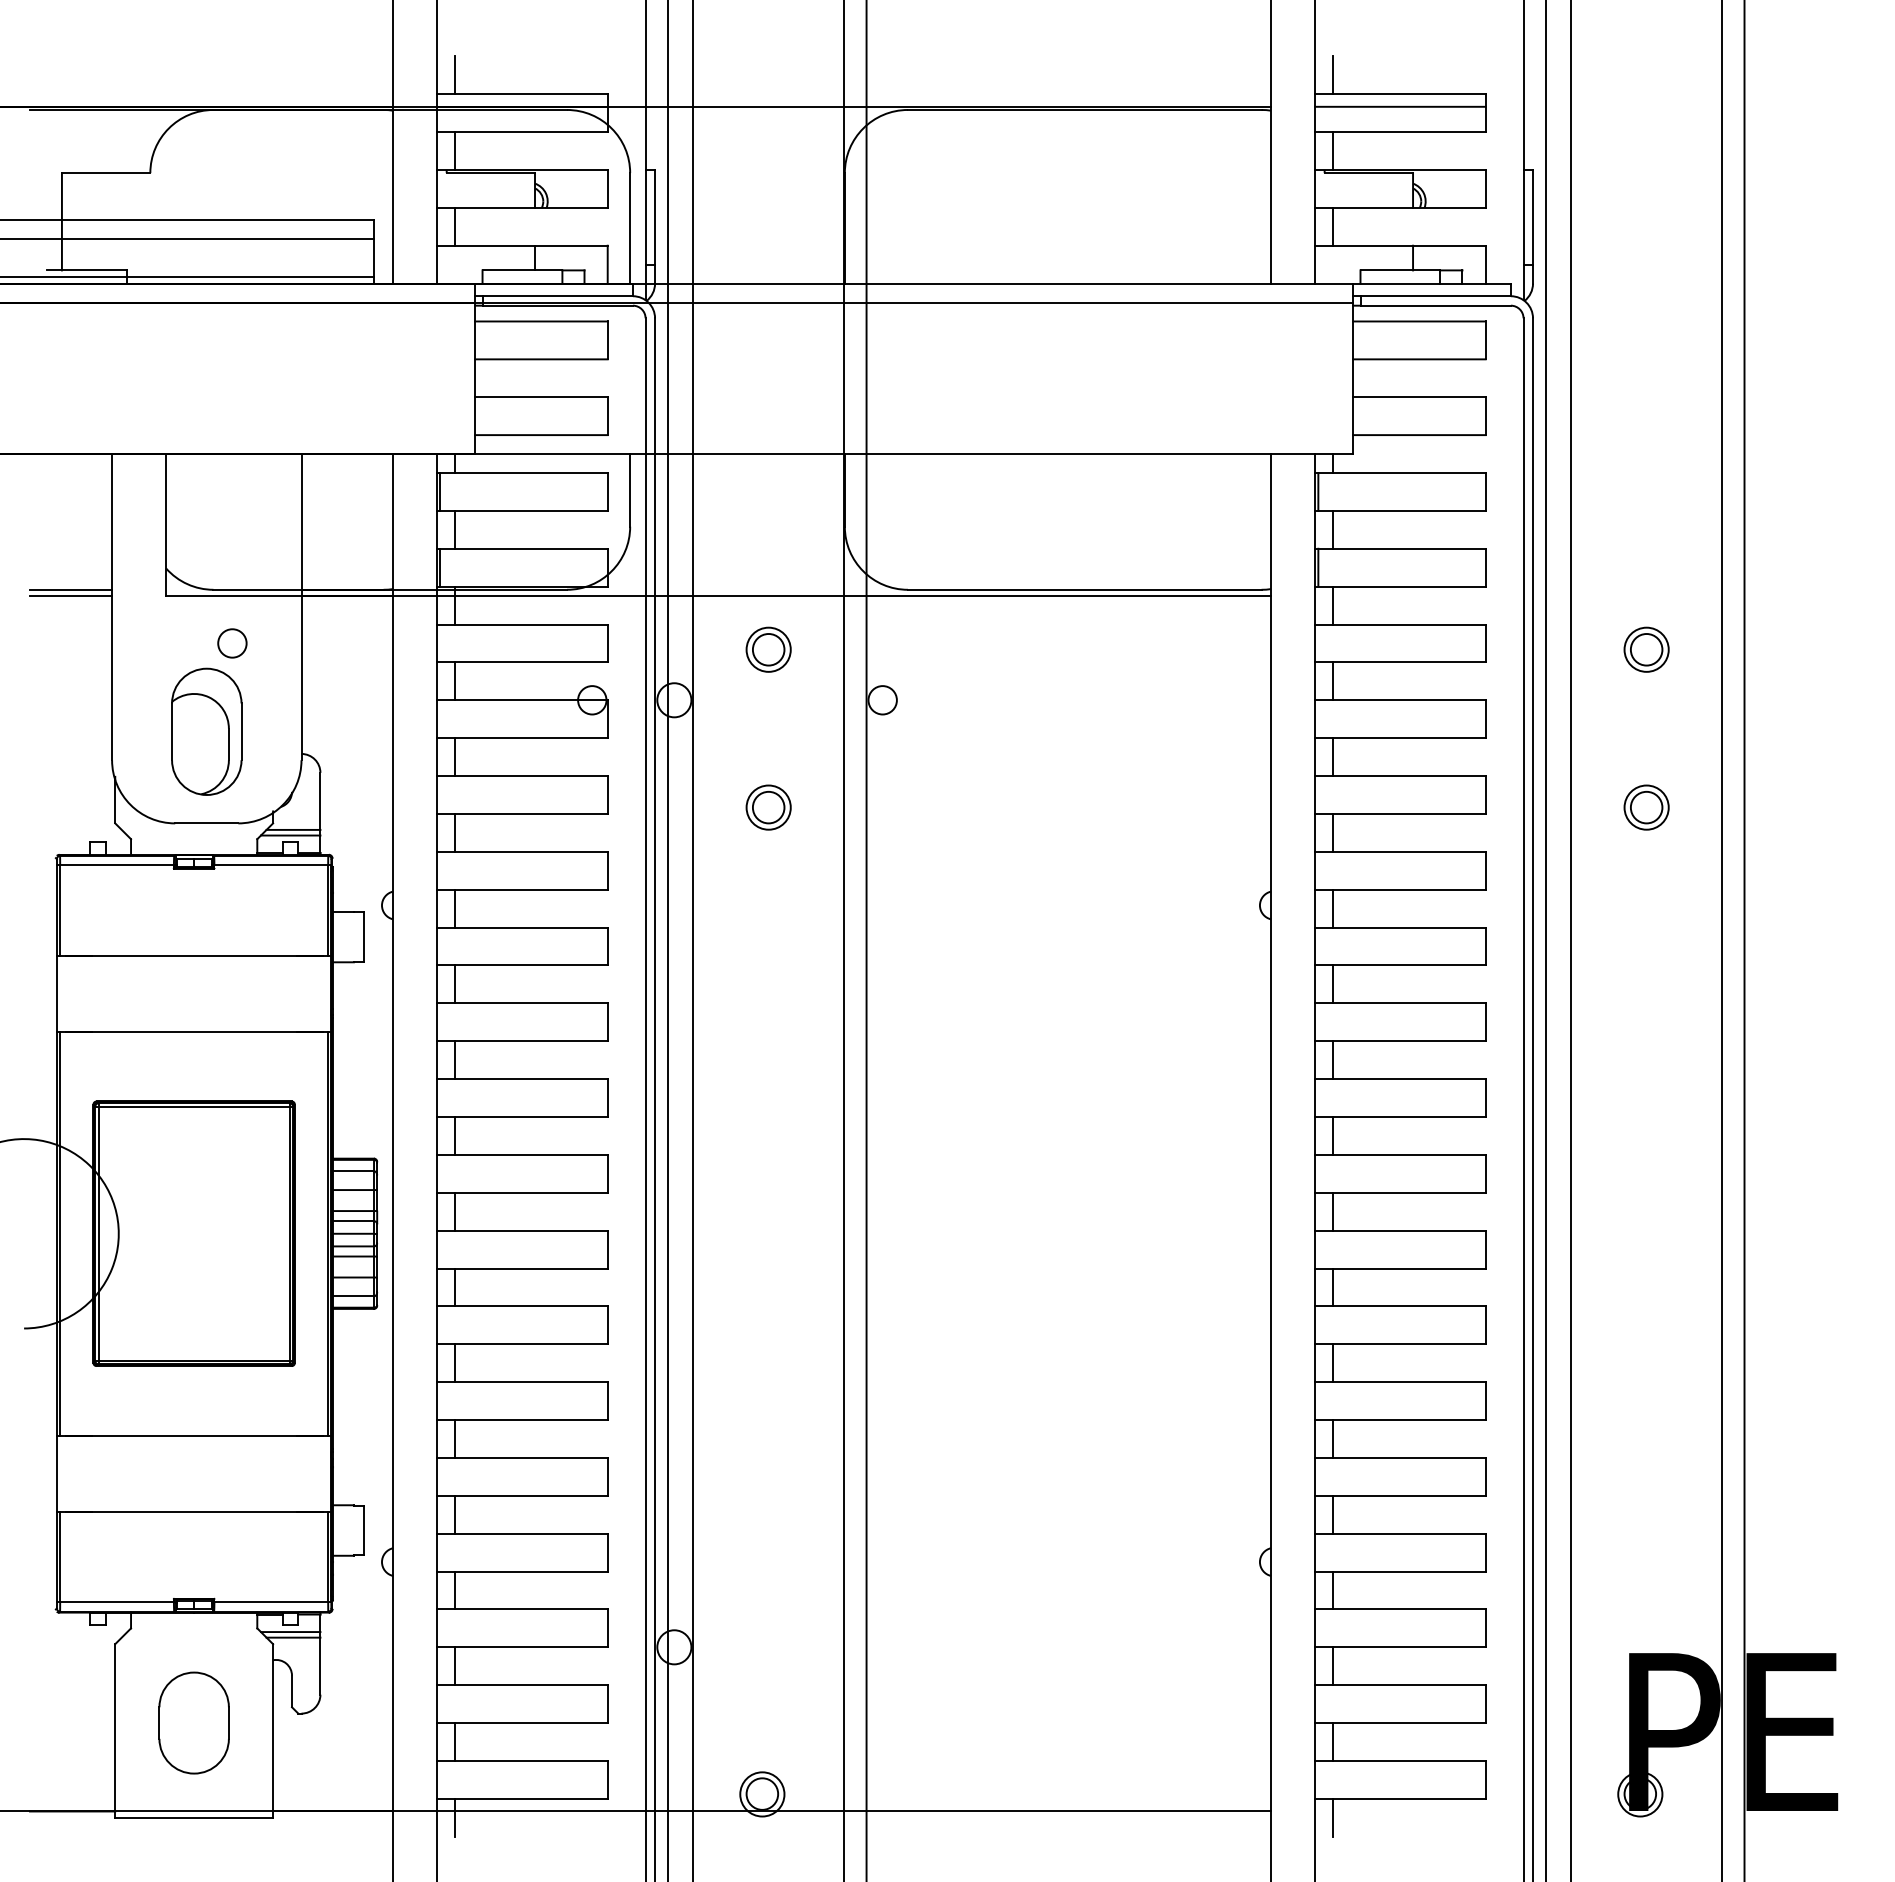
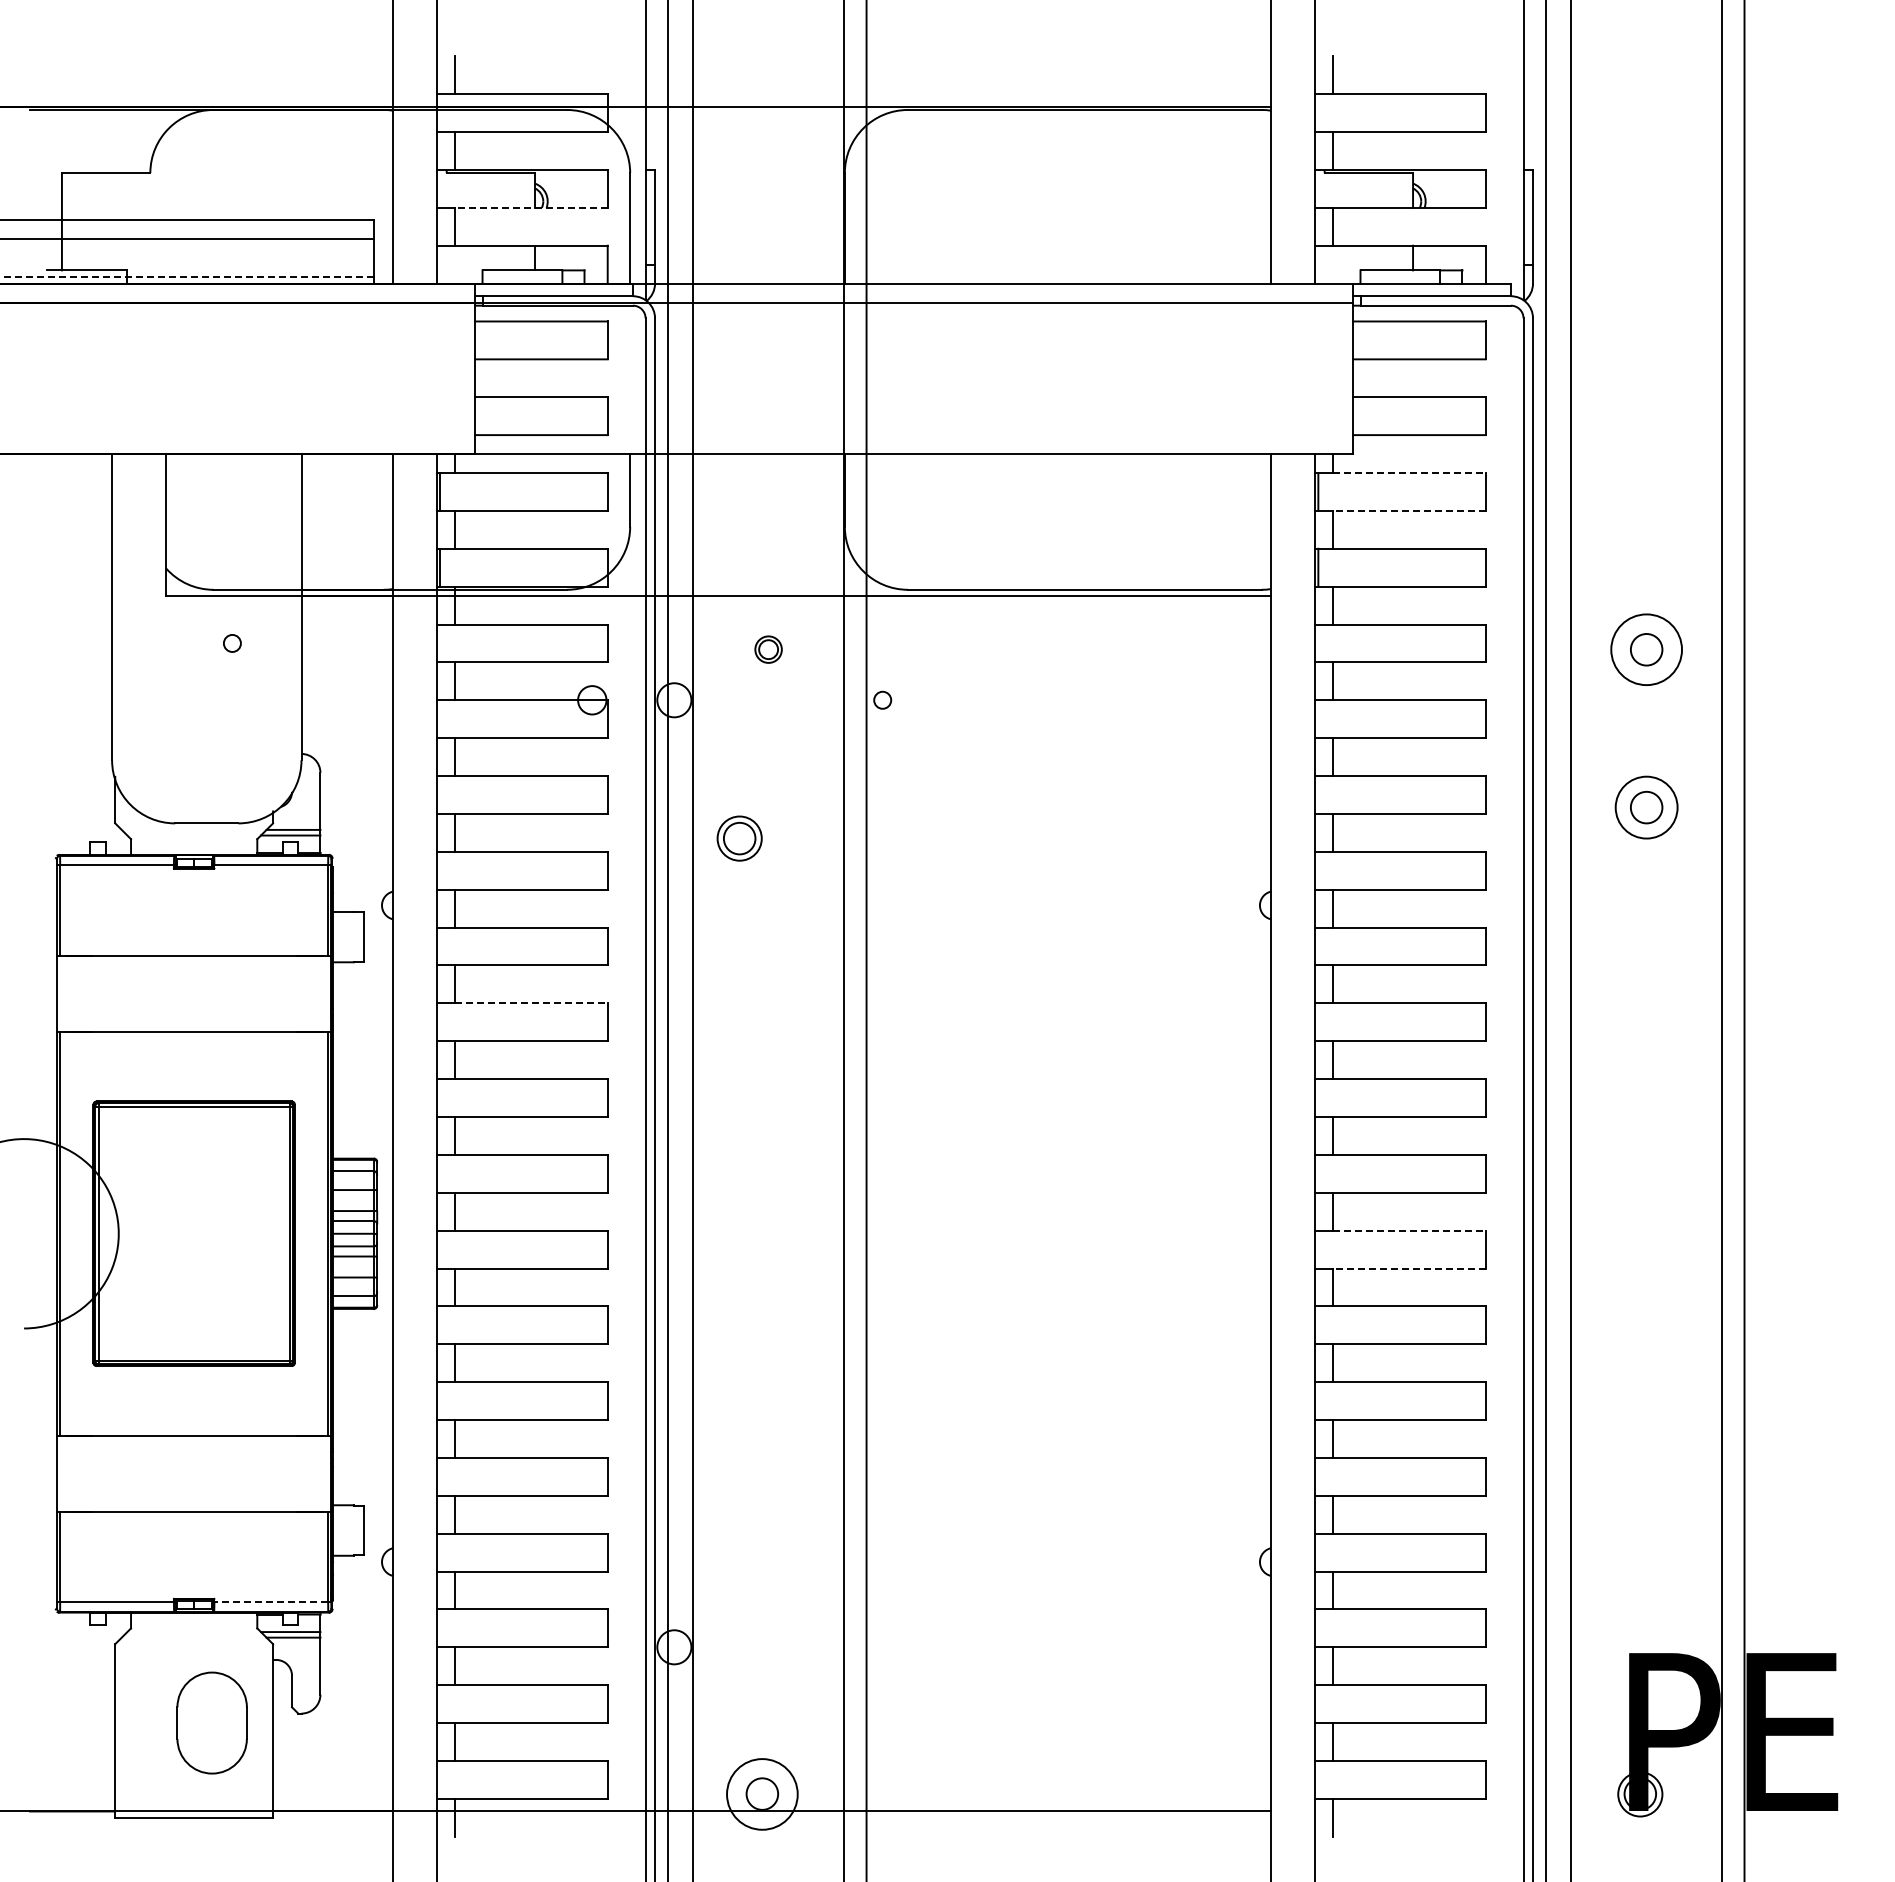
line at (1400, 106): present -> none
line at (531, 207): solid -> dashed
line at (187, 277): solid -> dashed
line at (1409, 473): solid -> dashed
line at (1409, 510): solid -> dashed
line at (71, 589): present -> none
line at (71, 596): present -> none
circle at (232, 643) diameter: 28 px -> 17 px
part at (768, 649) size: 47x47 px -> 29x29 px
circle at (1646, 649) diameter: 44 px -> 71 px
circle at (882, 700) diameter: 28 px -> 17 px
part at (206, 731): present -> none
part at (768, 807) position: (768, 807) -> (739, 838)
circle at (1646, 807) diameter: 44 px -> 62 px
line at (531, 1003): solid -> dashed
line at (1409, 1230): solid -> dashed
line at (1409, 1268): solid -> dashed
line at (271, 1602): solid -> dashed
part at (193, 1722) position: (193, 1722) -> (211, 1722)
circle at (762, 1794) diameter: 44 px -> 71 px
